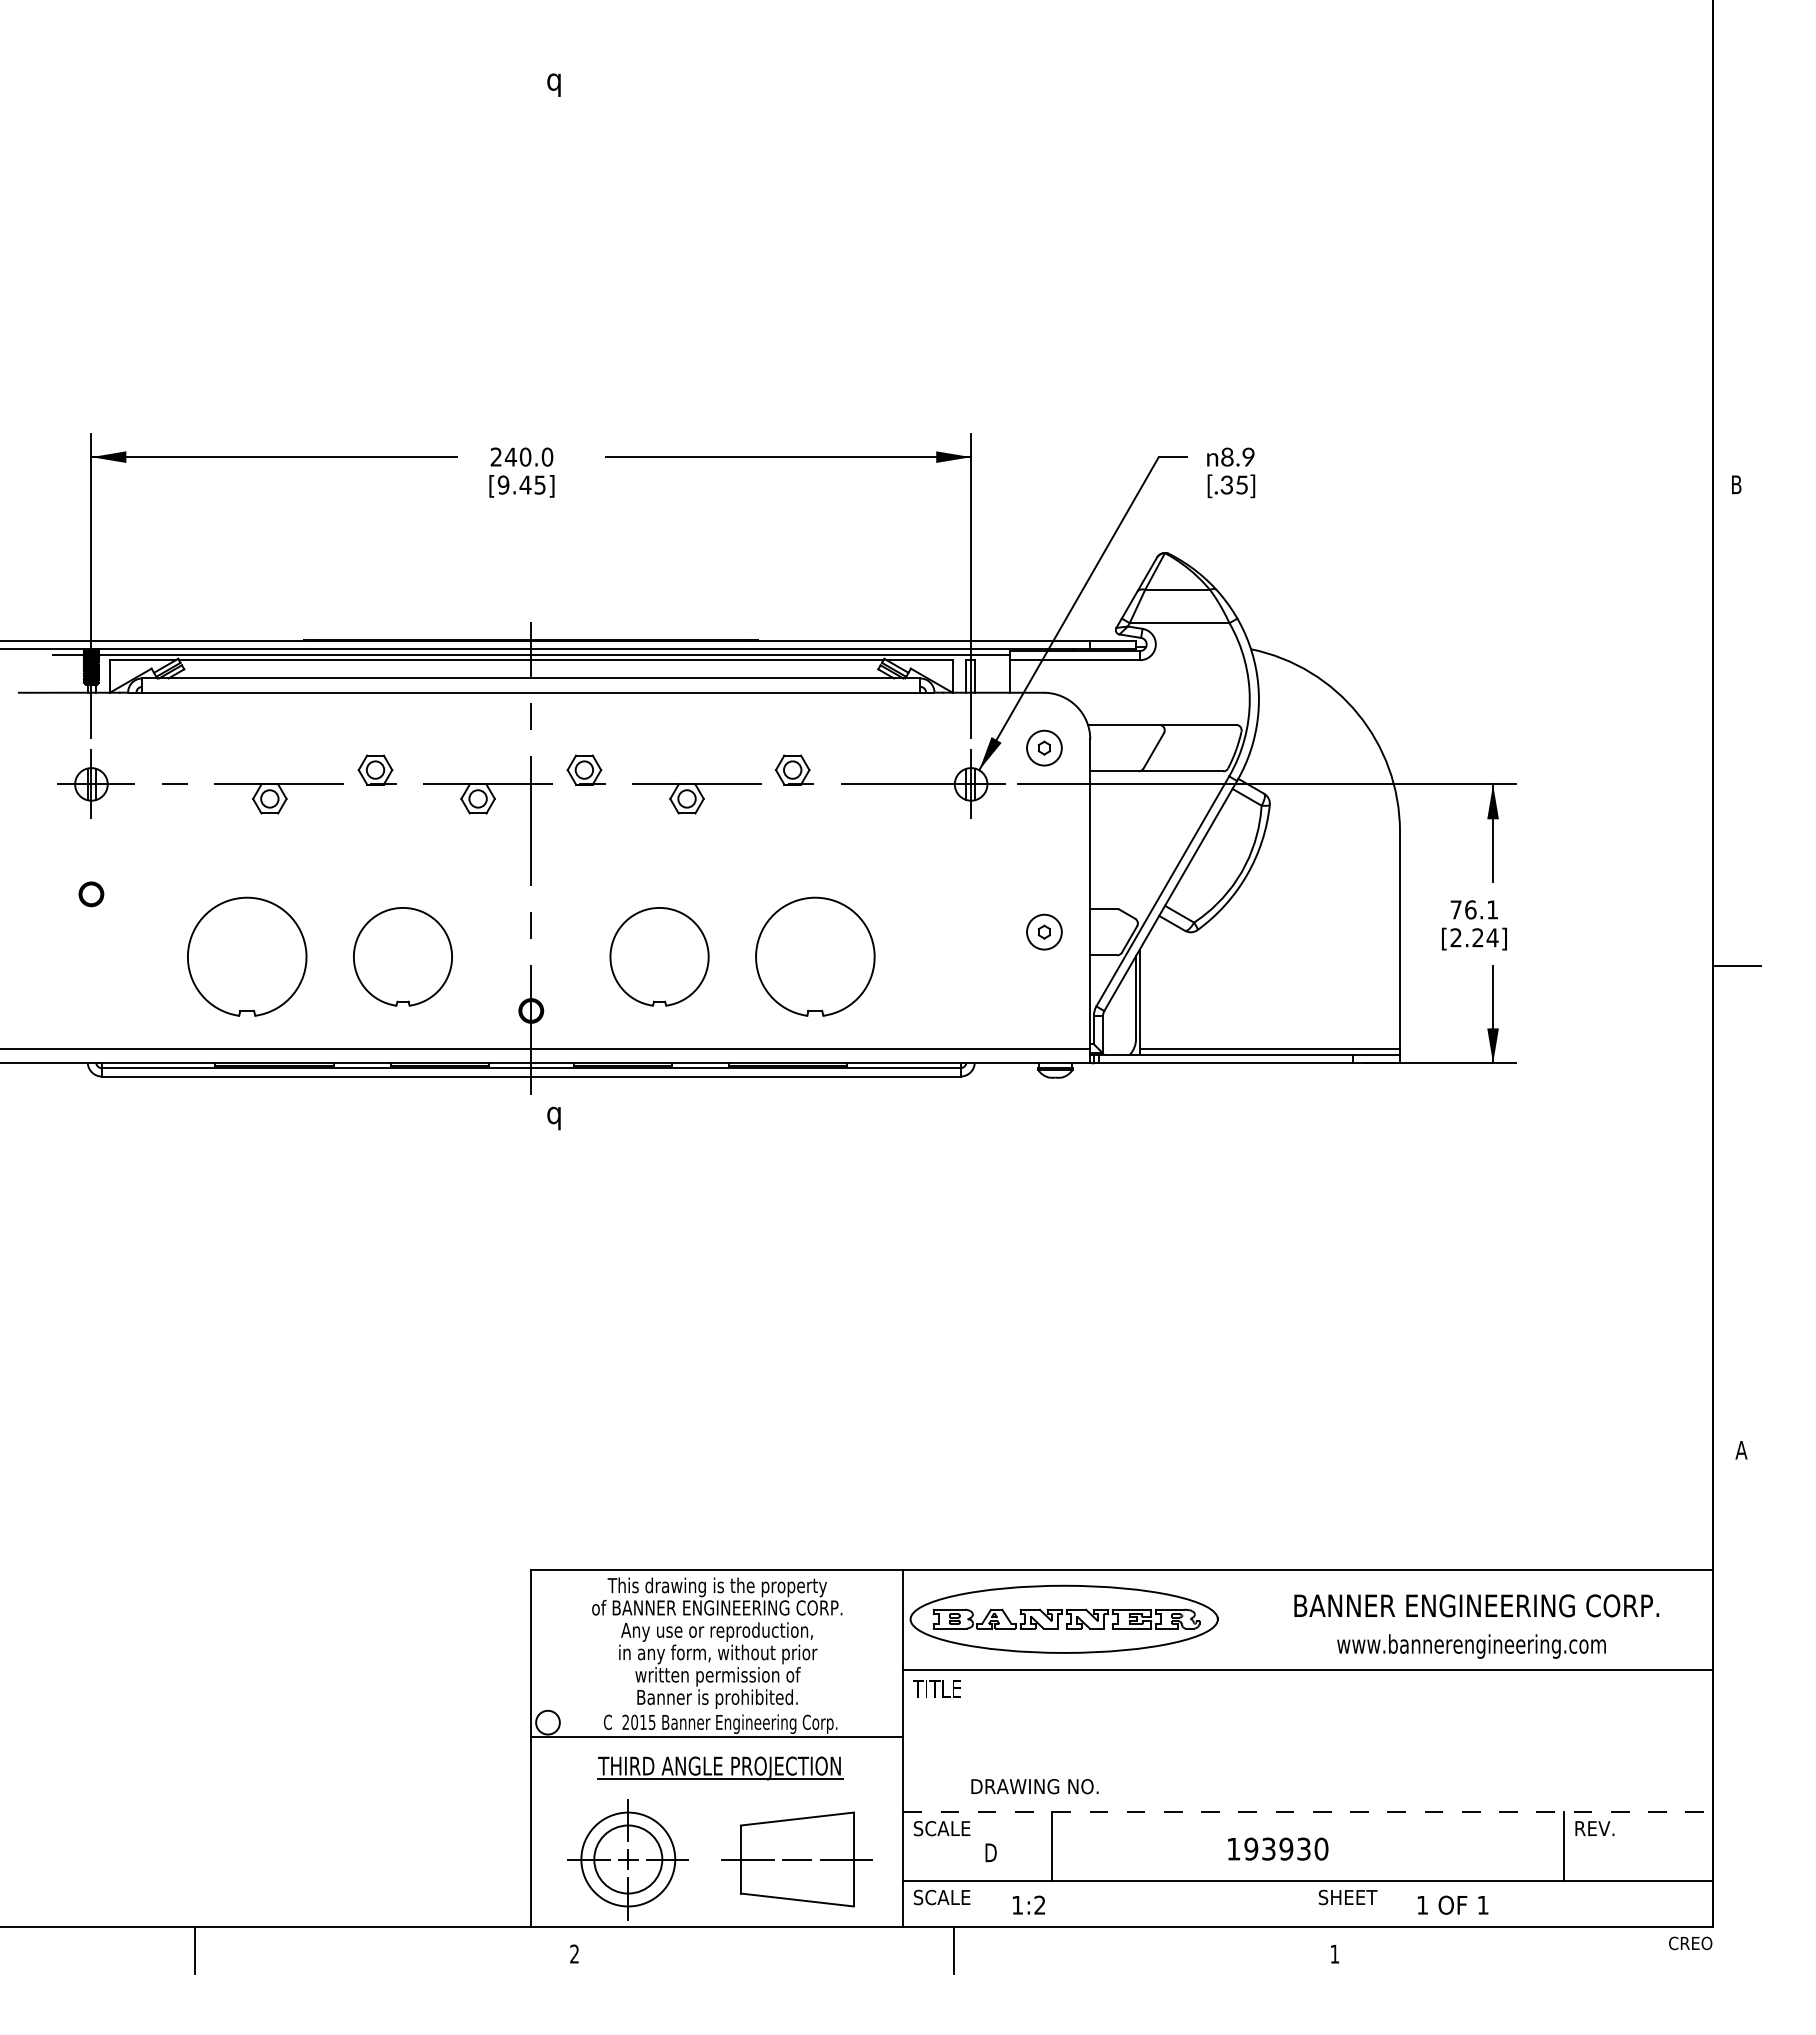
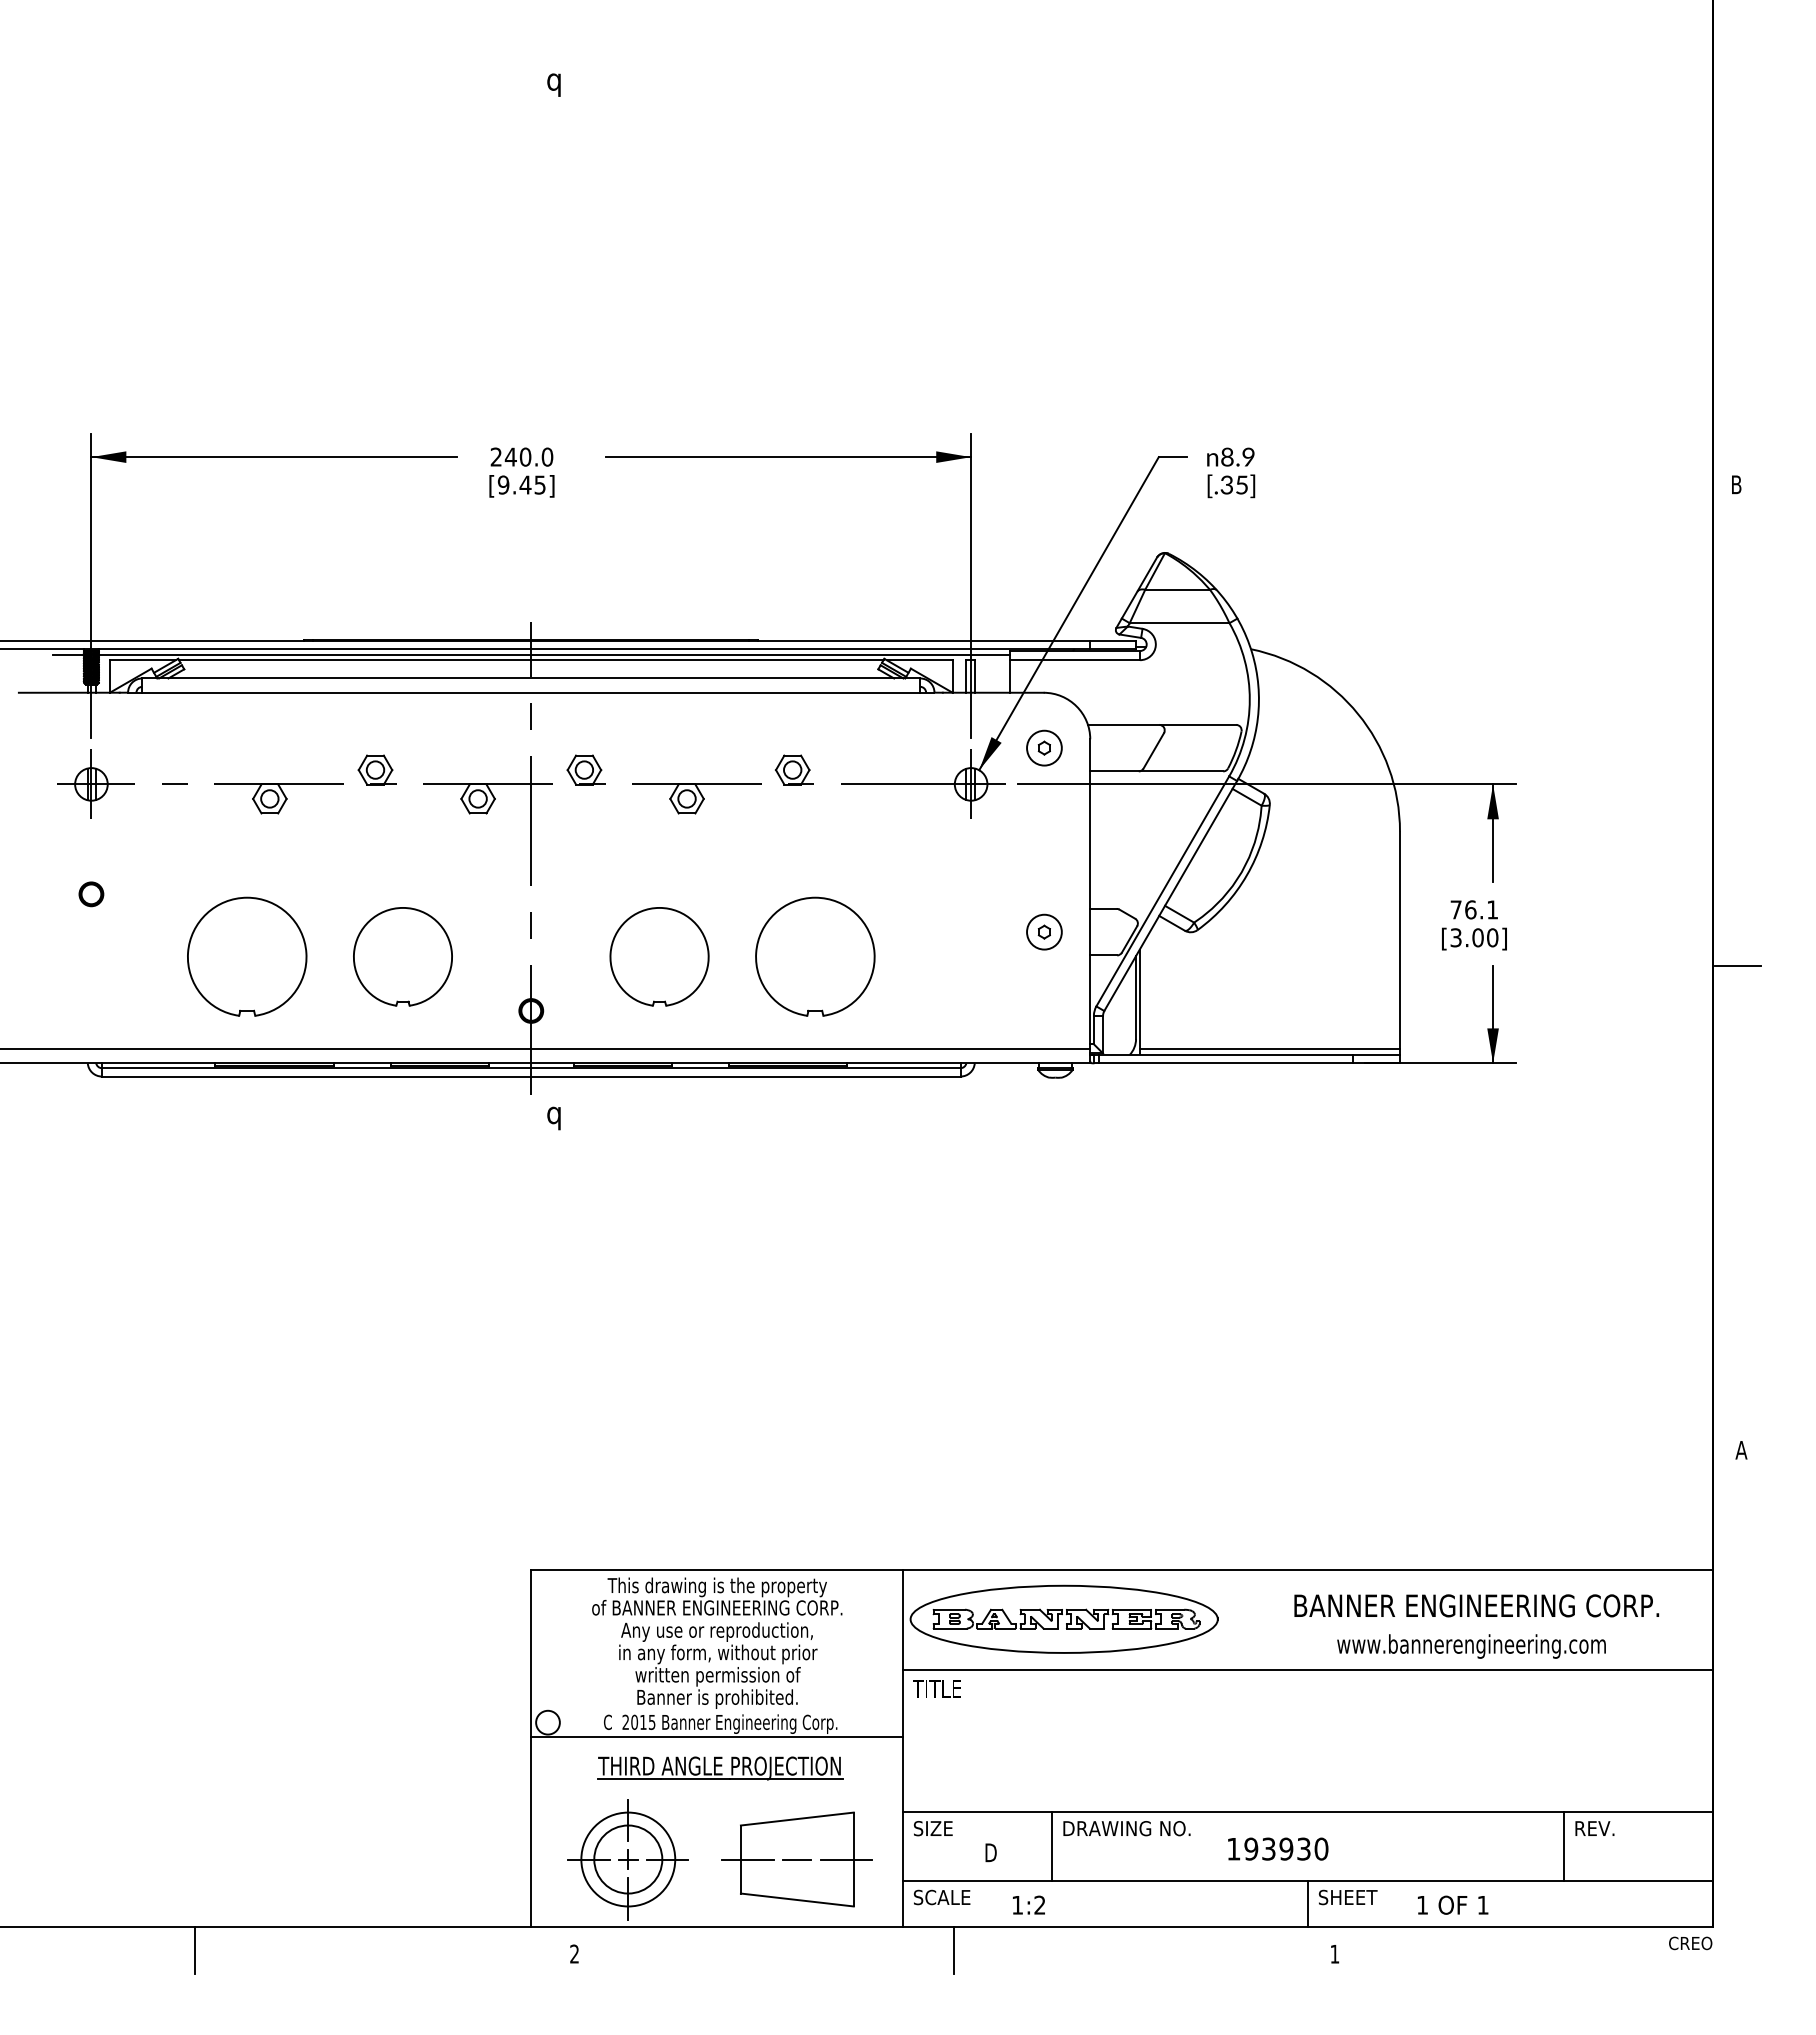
text at (1474, 937): [2.24] -> [3.00]
text at (1034, 1786) position: (1034, 1786) -> (1126, 1828)
line at (1308, 1811): dashed -> solid
text at (947, 1828): SCALE -> SIZE
line at (1308, 1903): none -> present
